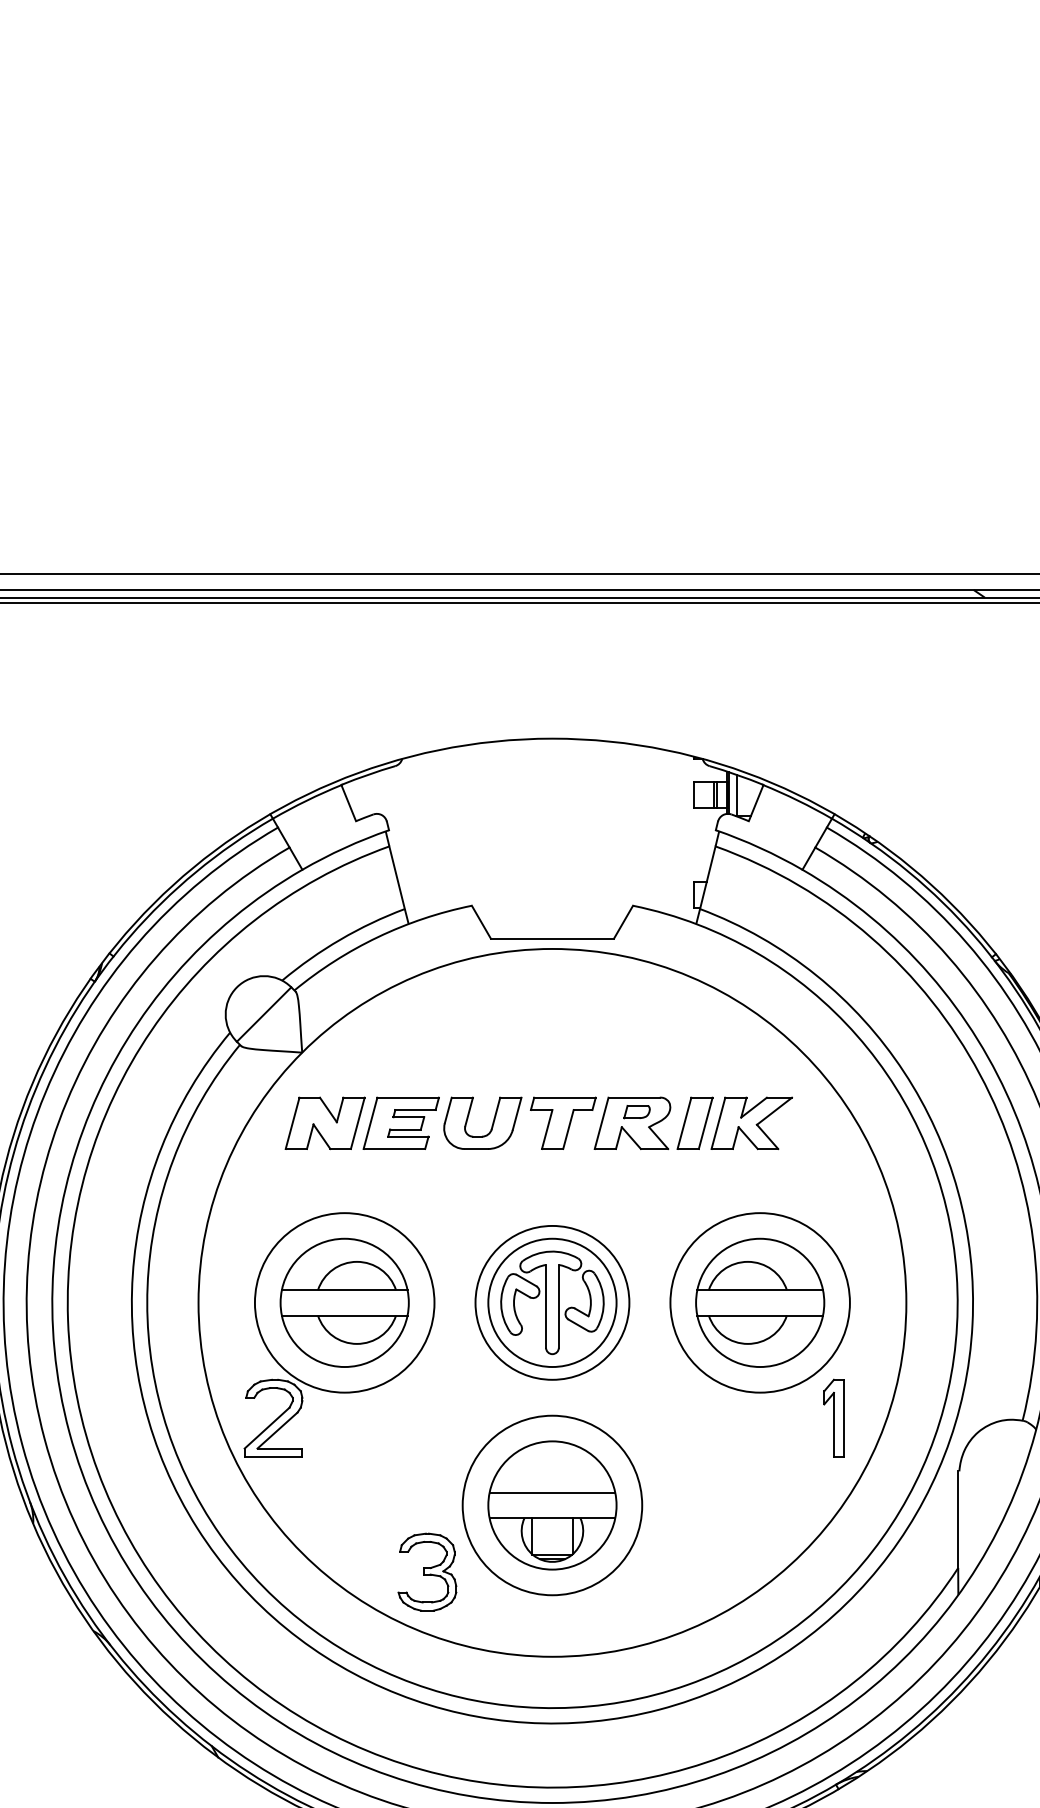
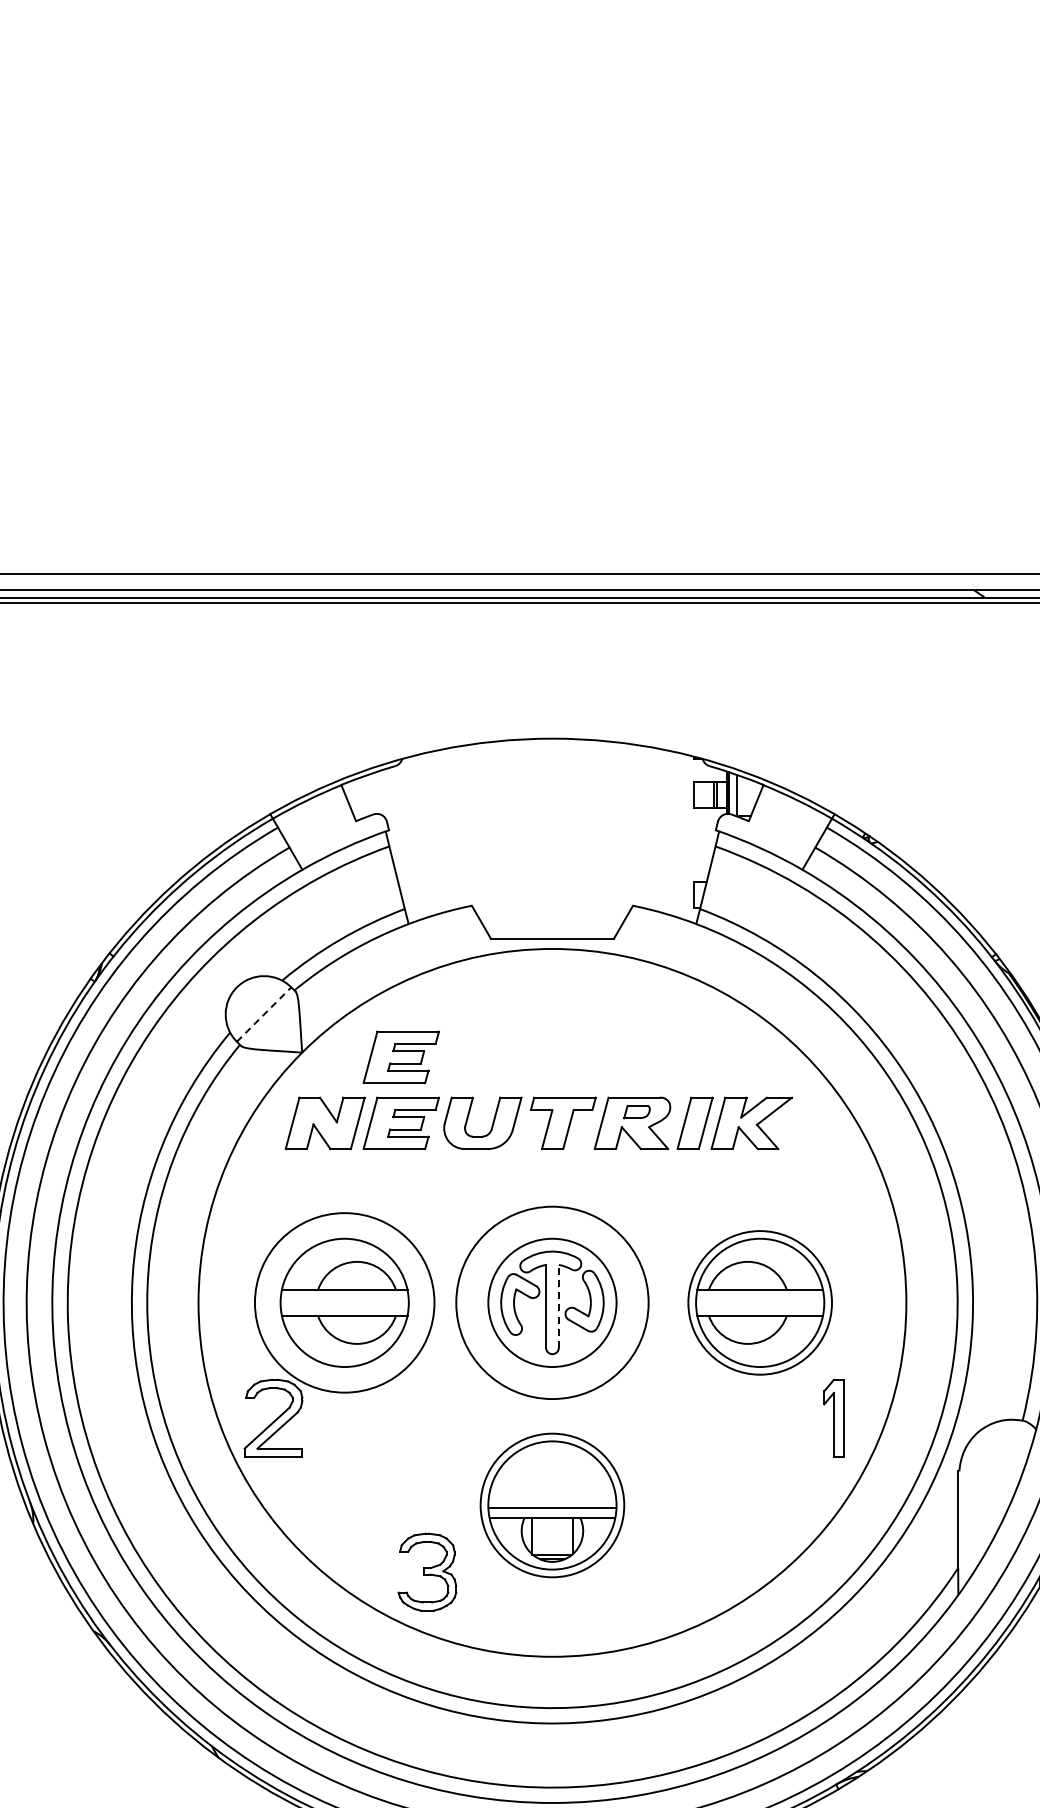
line at (264, 1014): solid -> dashed
part at (400, 1056): none -> present
circle at (552, 1302) diameter: 154 px -> 192 px
circle at (759, 1302) diameter: 180 px -> 144 px
line at (558, 1305): solid -> dashed
line at (552, 1492) position: (552, 1492) -> (552, 1507)
circle at (552, 1505) diameter: 180 px -> 144 px
